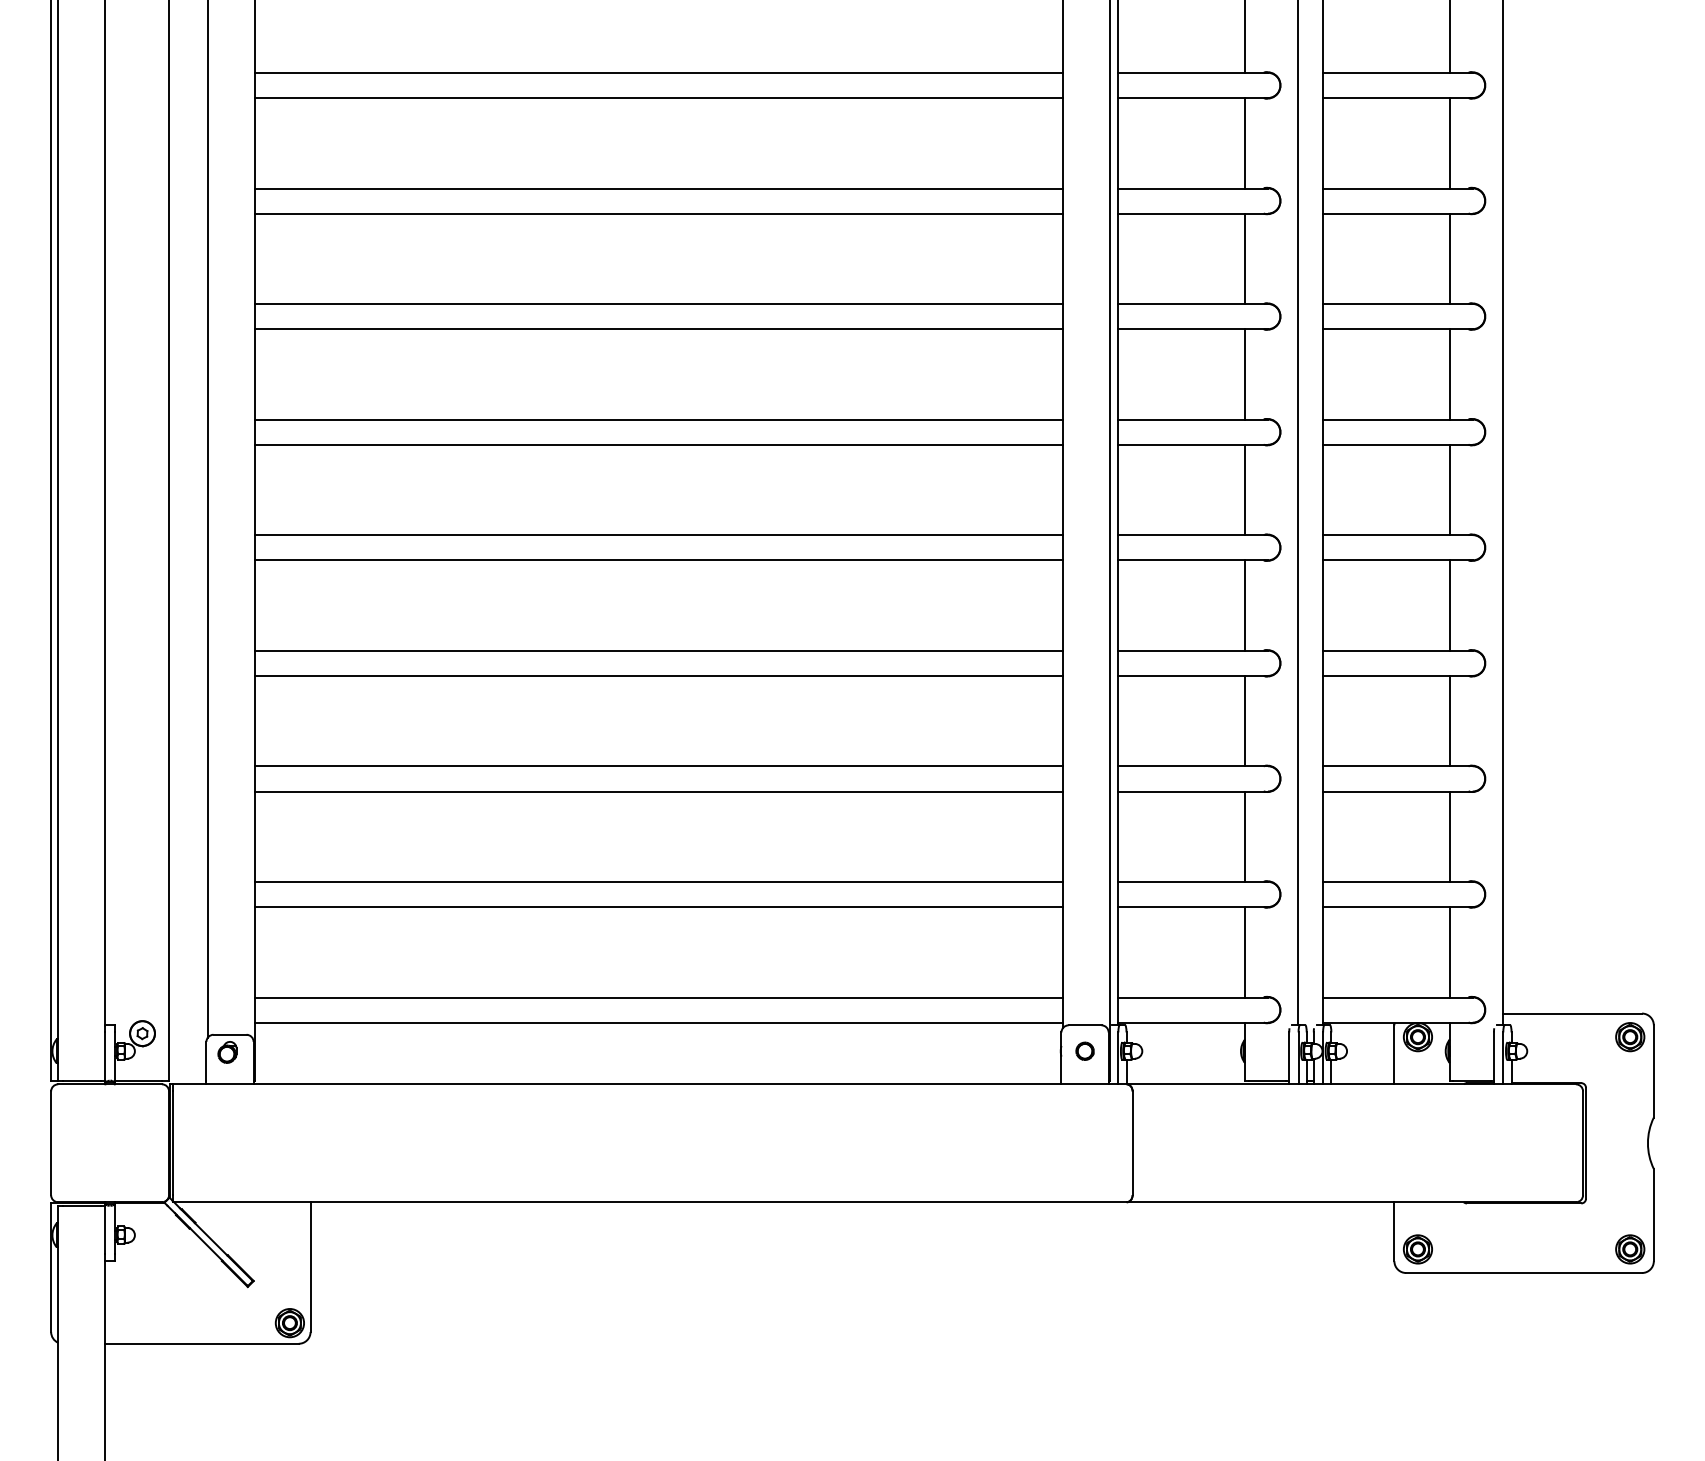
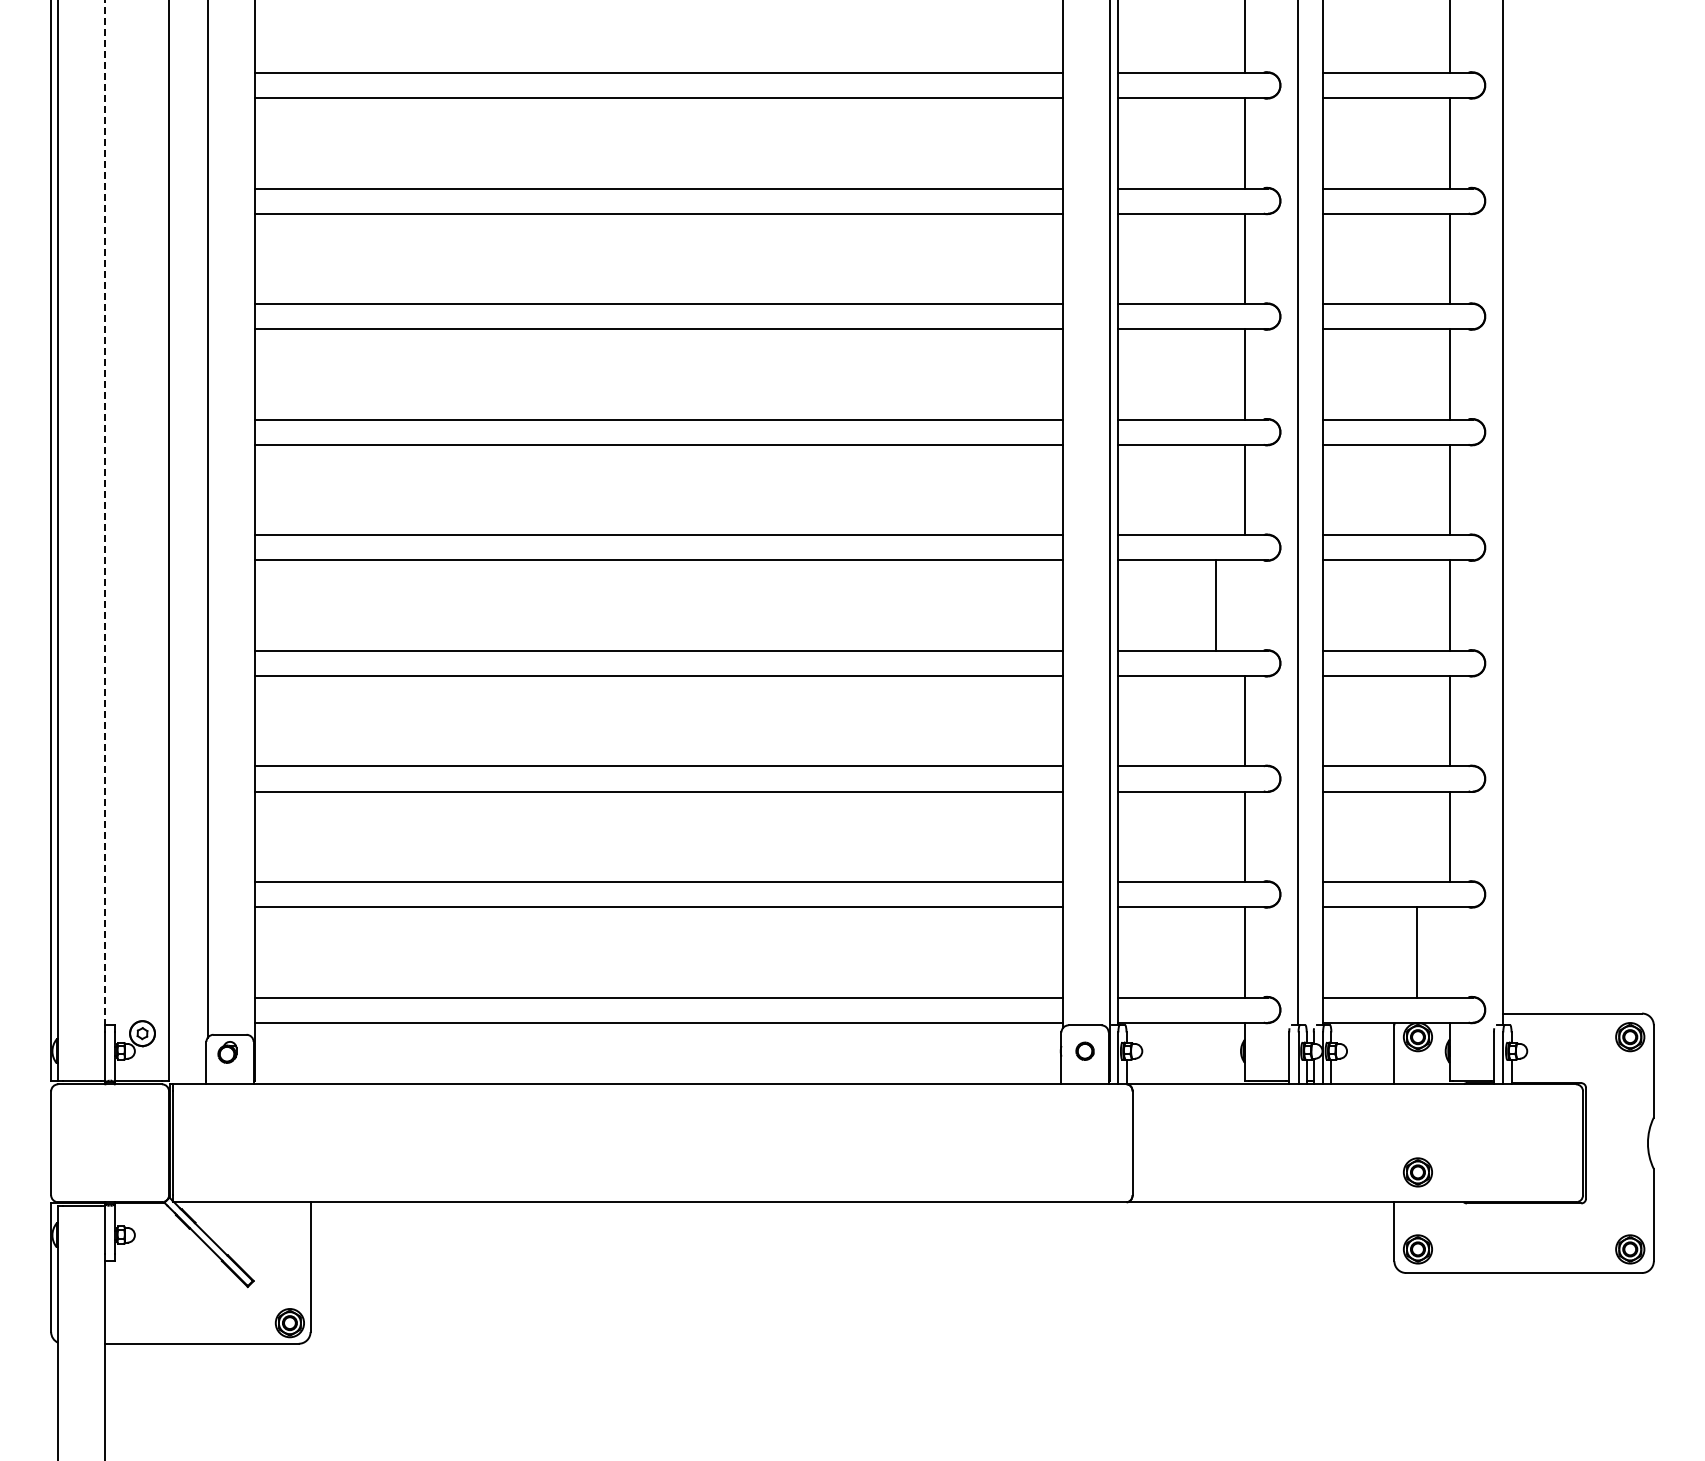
line at (105, 512): solid -> dashed
line at (1244, 605) position: (1244, 605) -> (1215, 605)
line at (1449, 952) position: (1449, 952) -> (1416, 952)
part at (1417, 1172): none -> present
